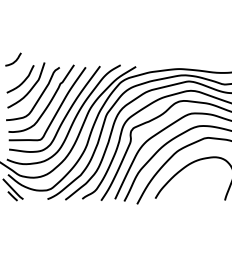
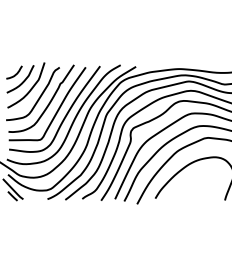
curve at (14, 60) position: (14, 60) -> (15, 73)
